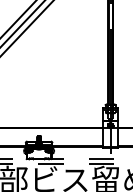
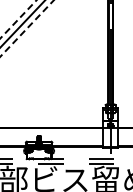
line at (18, 19): solid -> dashed
line at (27, 28): solid -> dashed
